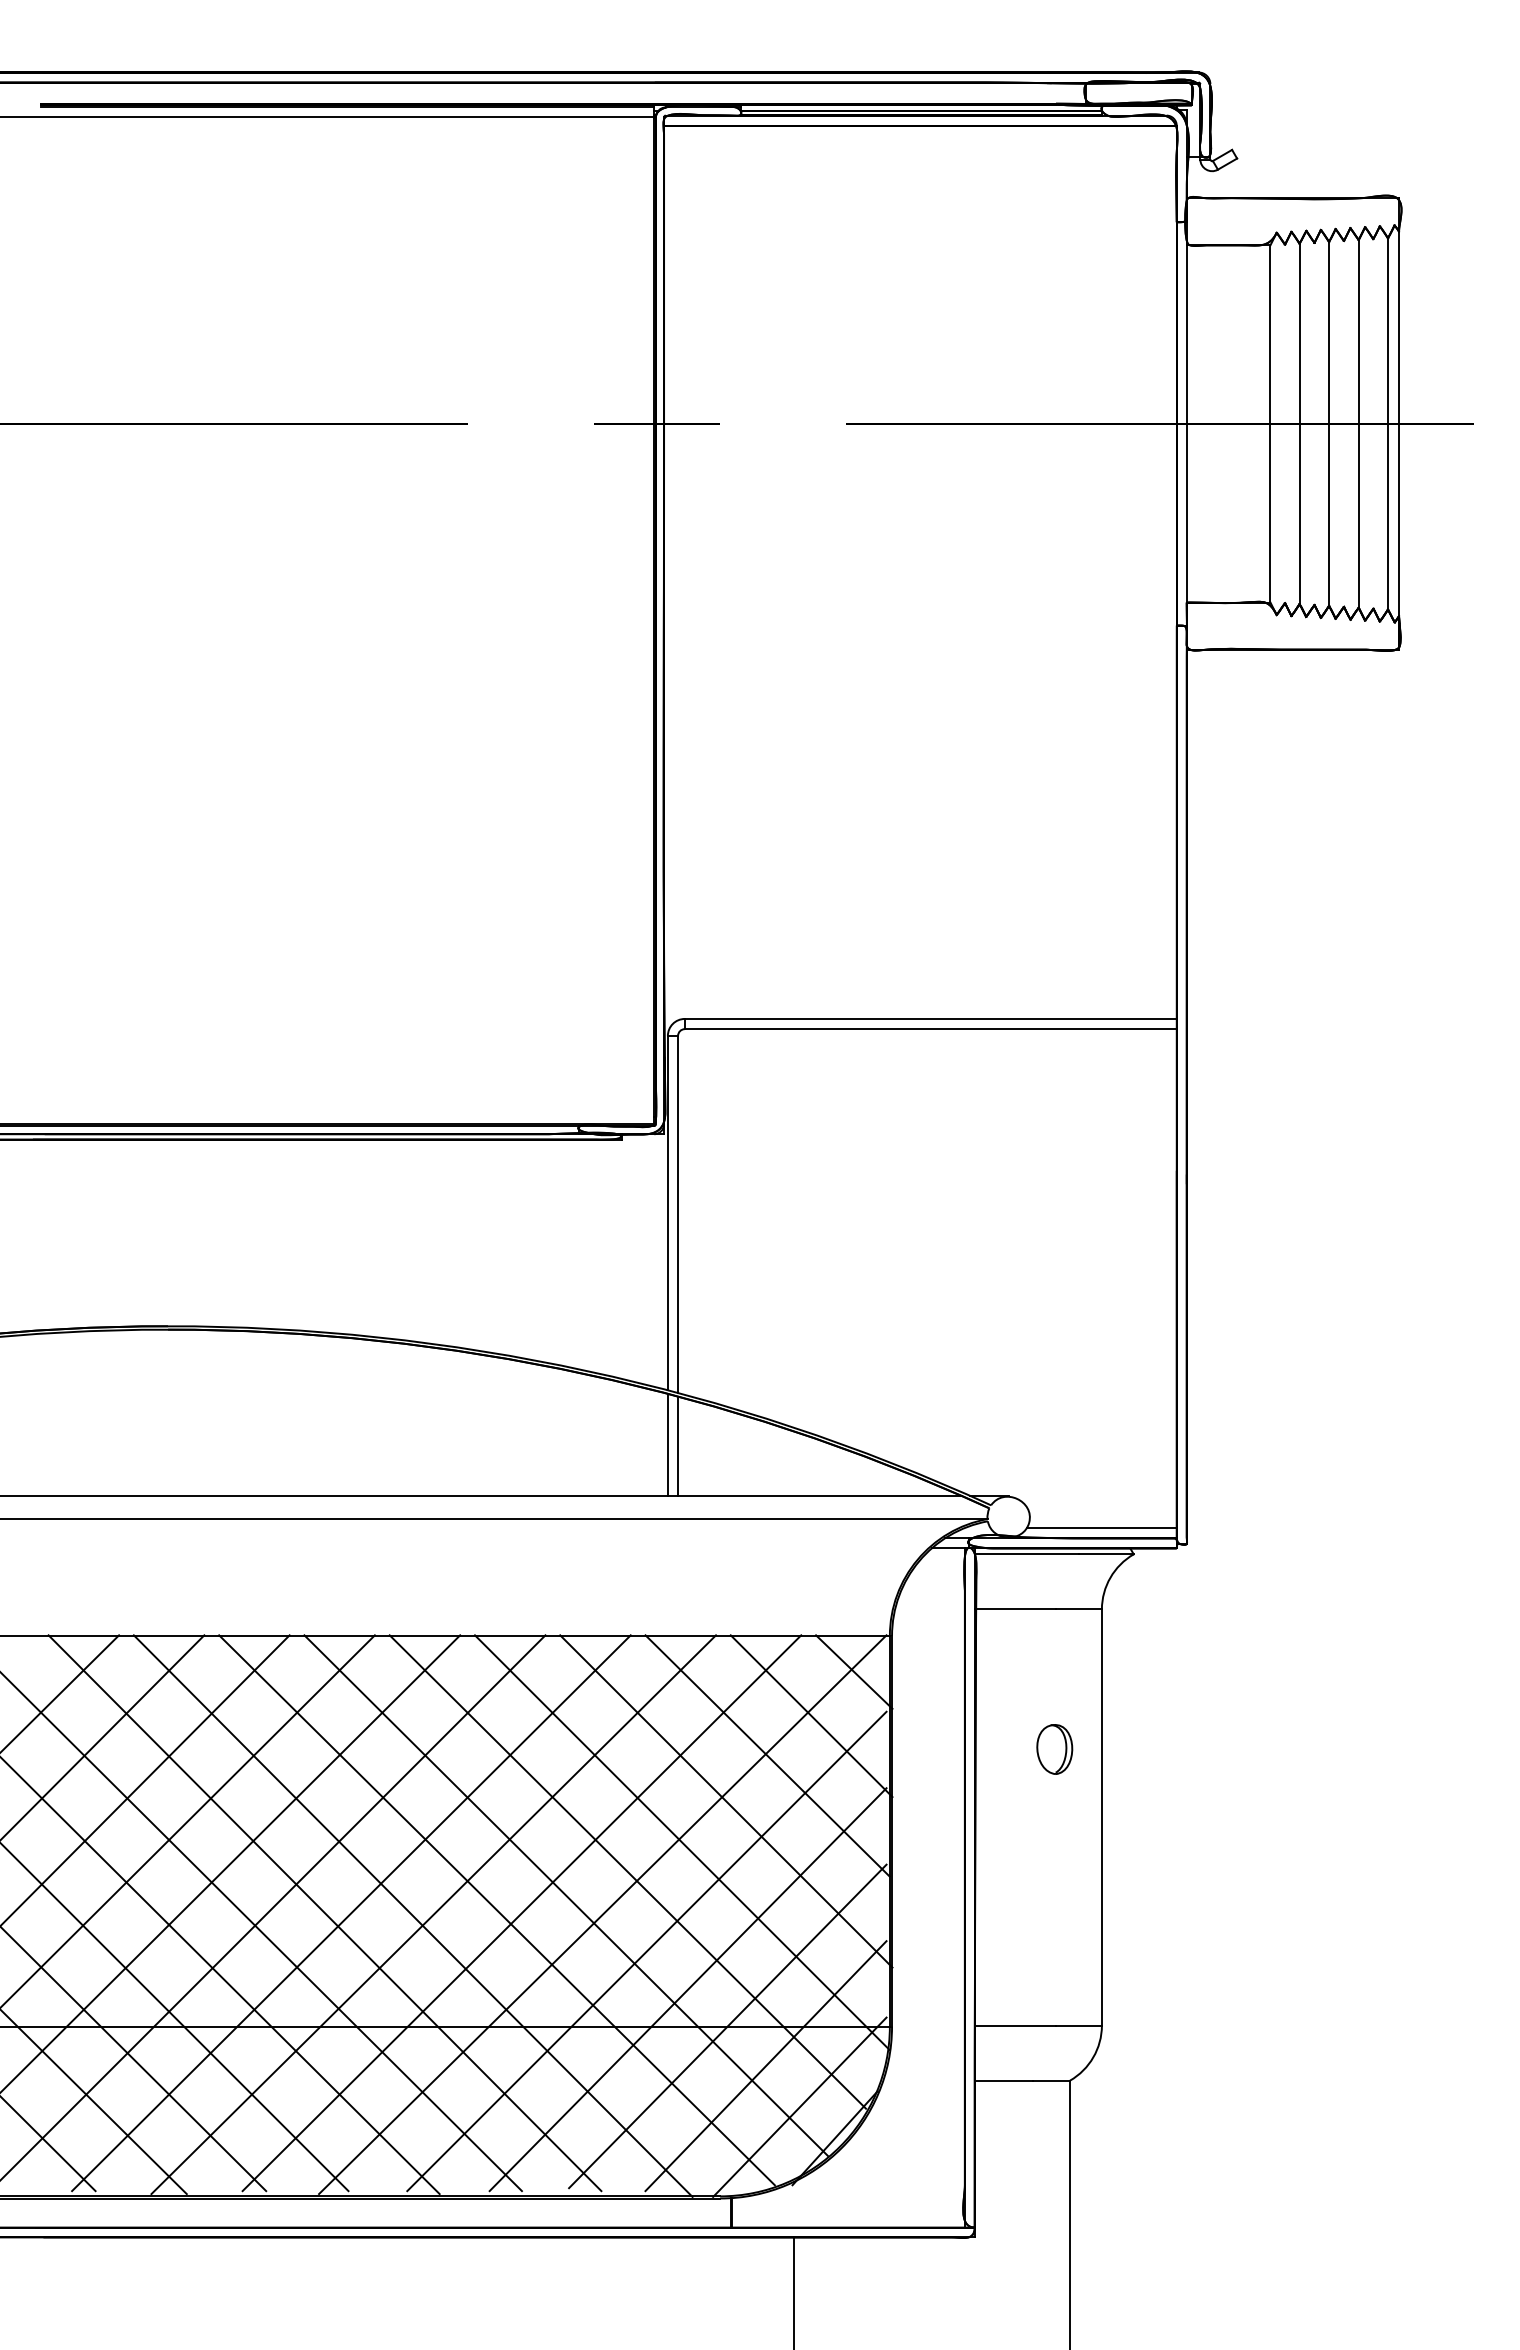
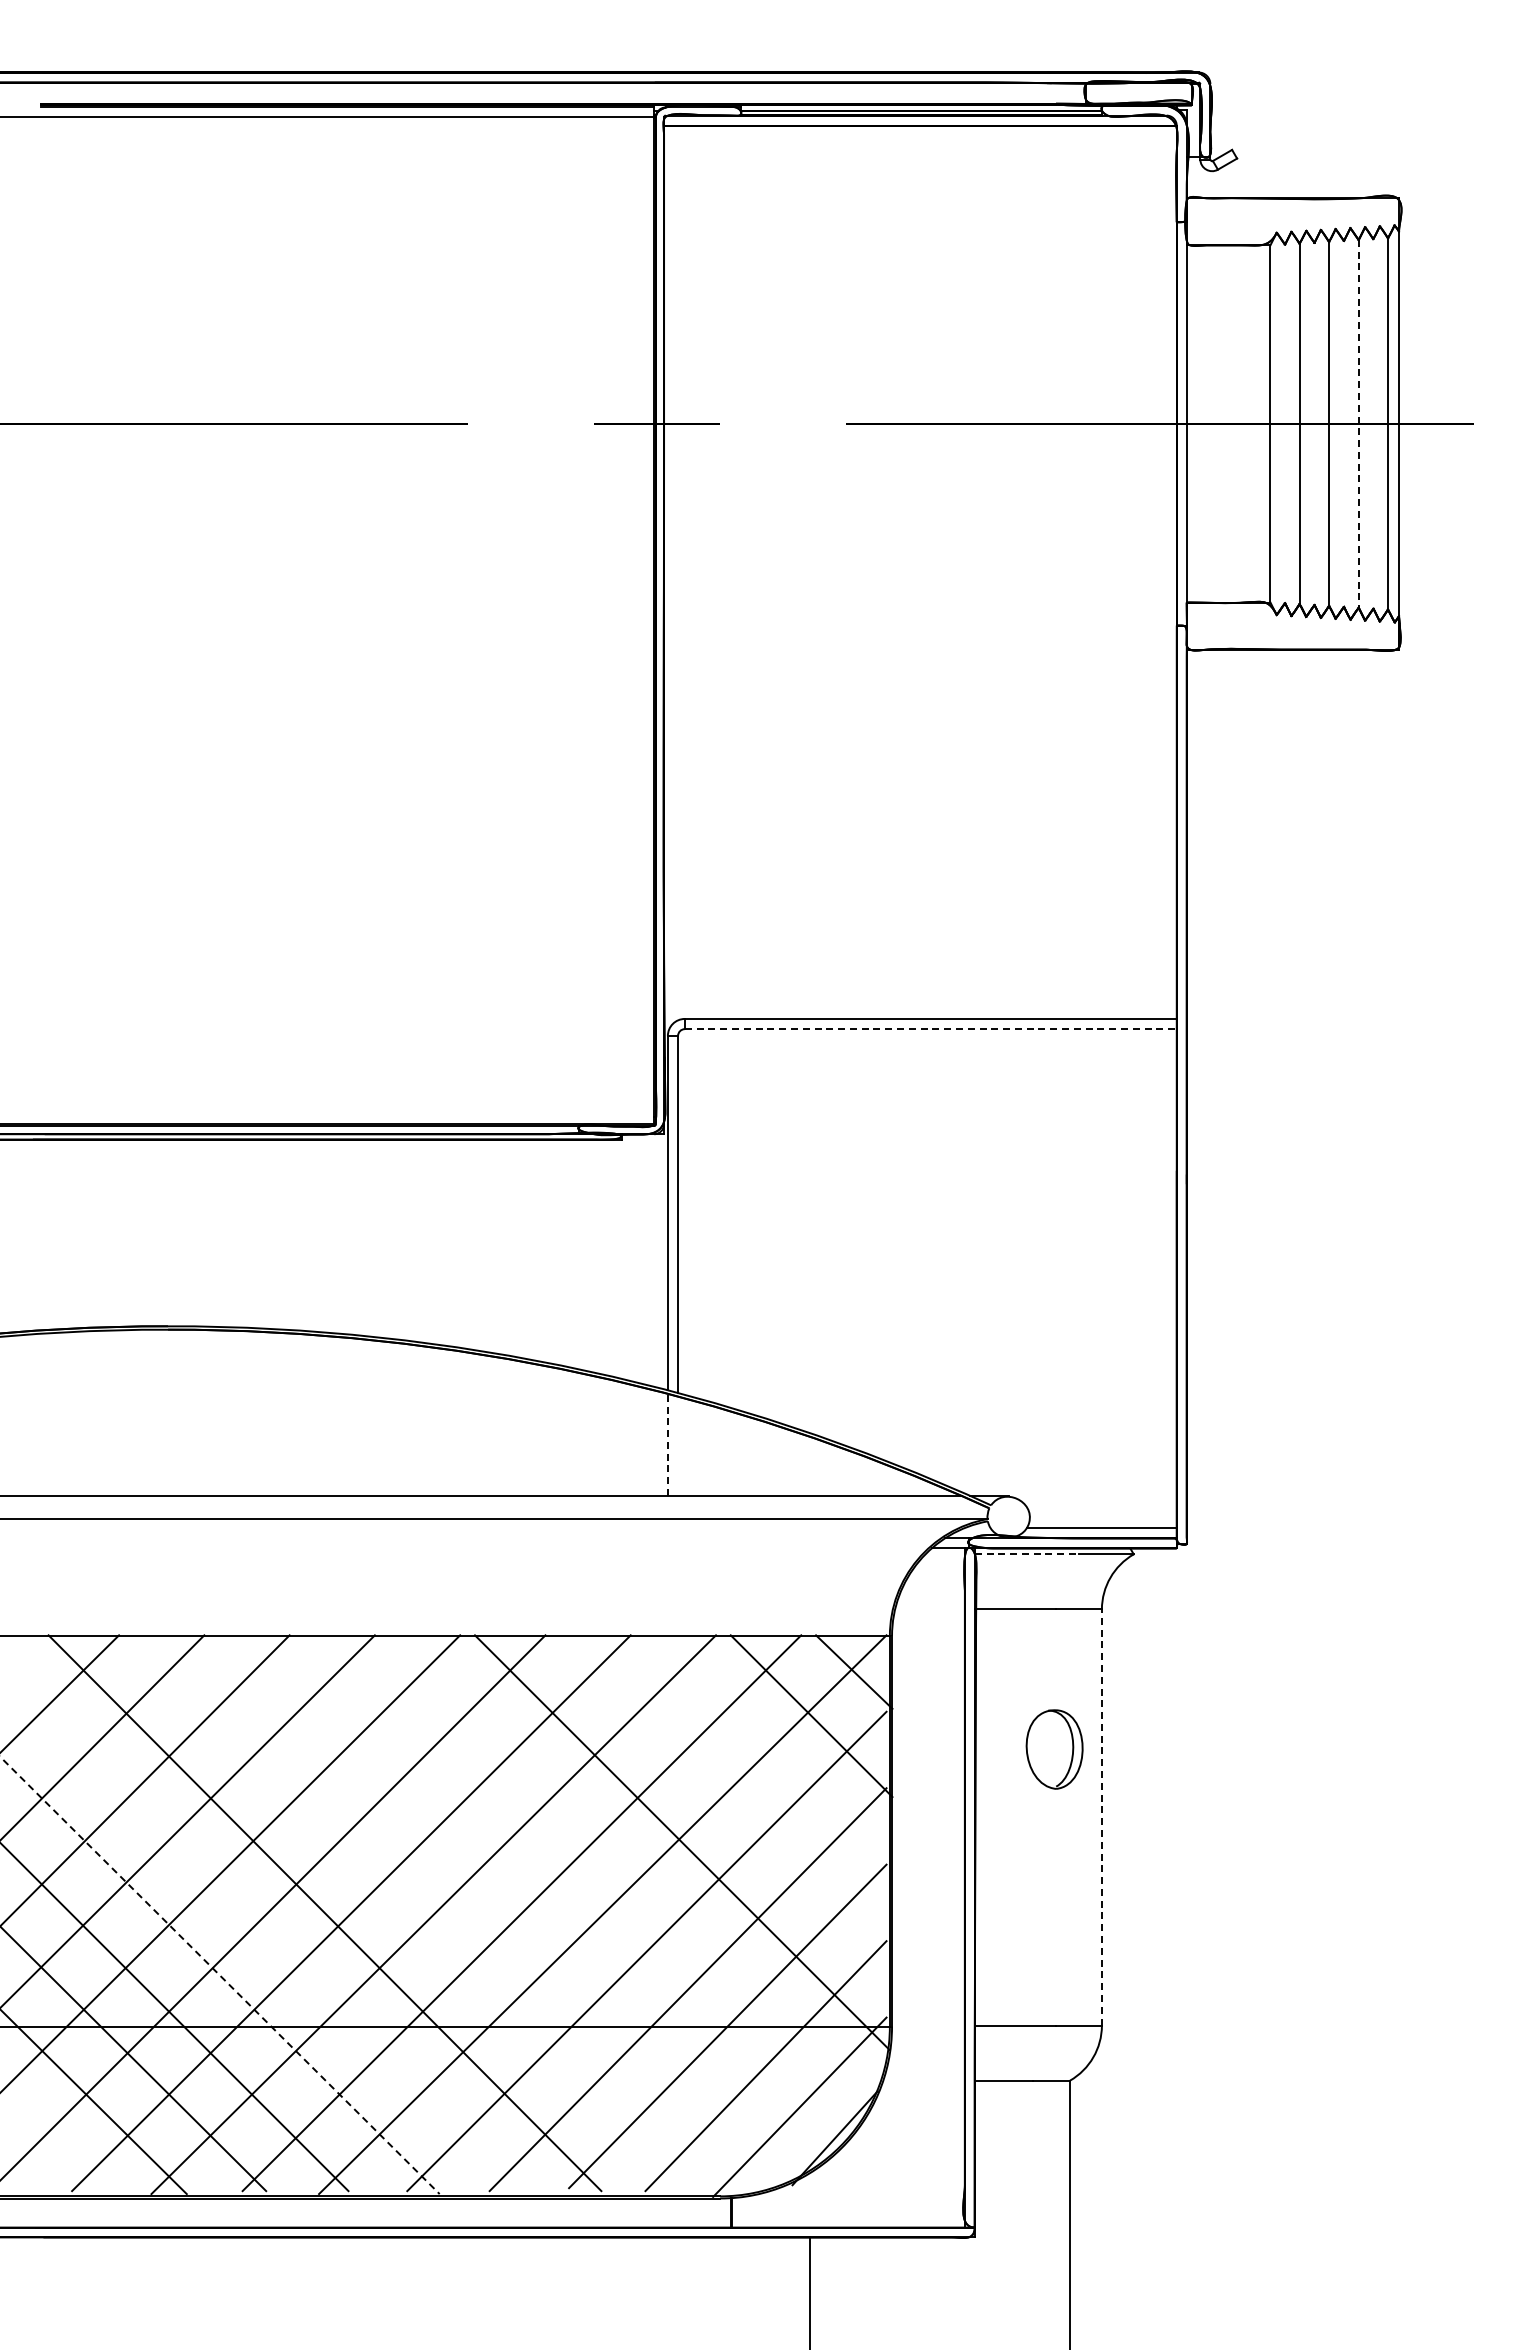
line at (1358, 424): solid -> dashed
line at (930, 1029): solid -> dashed
line at (667, 1444): solid -> dashed
line at (678, 1446): present -> none
line at (1027, 1554): solid -> dashed
part at (1054, 1749) size: 38x51 px -> 59x81 px
line at (767, 1755): present -> none
line at (726, 1801): present -> none
line at (1101, 1817): solid -> dashed
line at (627, 1871): present -> none
line at (565, 1895): present -> none
line at (496, 1910): present -> none
line at (412, 1915): present -> none
line at (261, 1932): present -> none
line at (220, 1975): solid -> dashed
line at (48, 2144): present -> none
line at (794, 2291) position: (794, 2291) -> (810, 2291)
